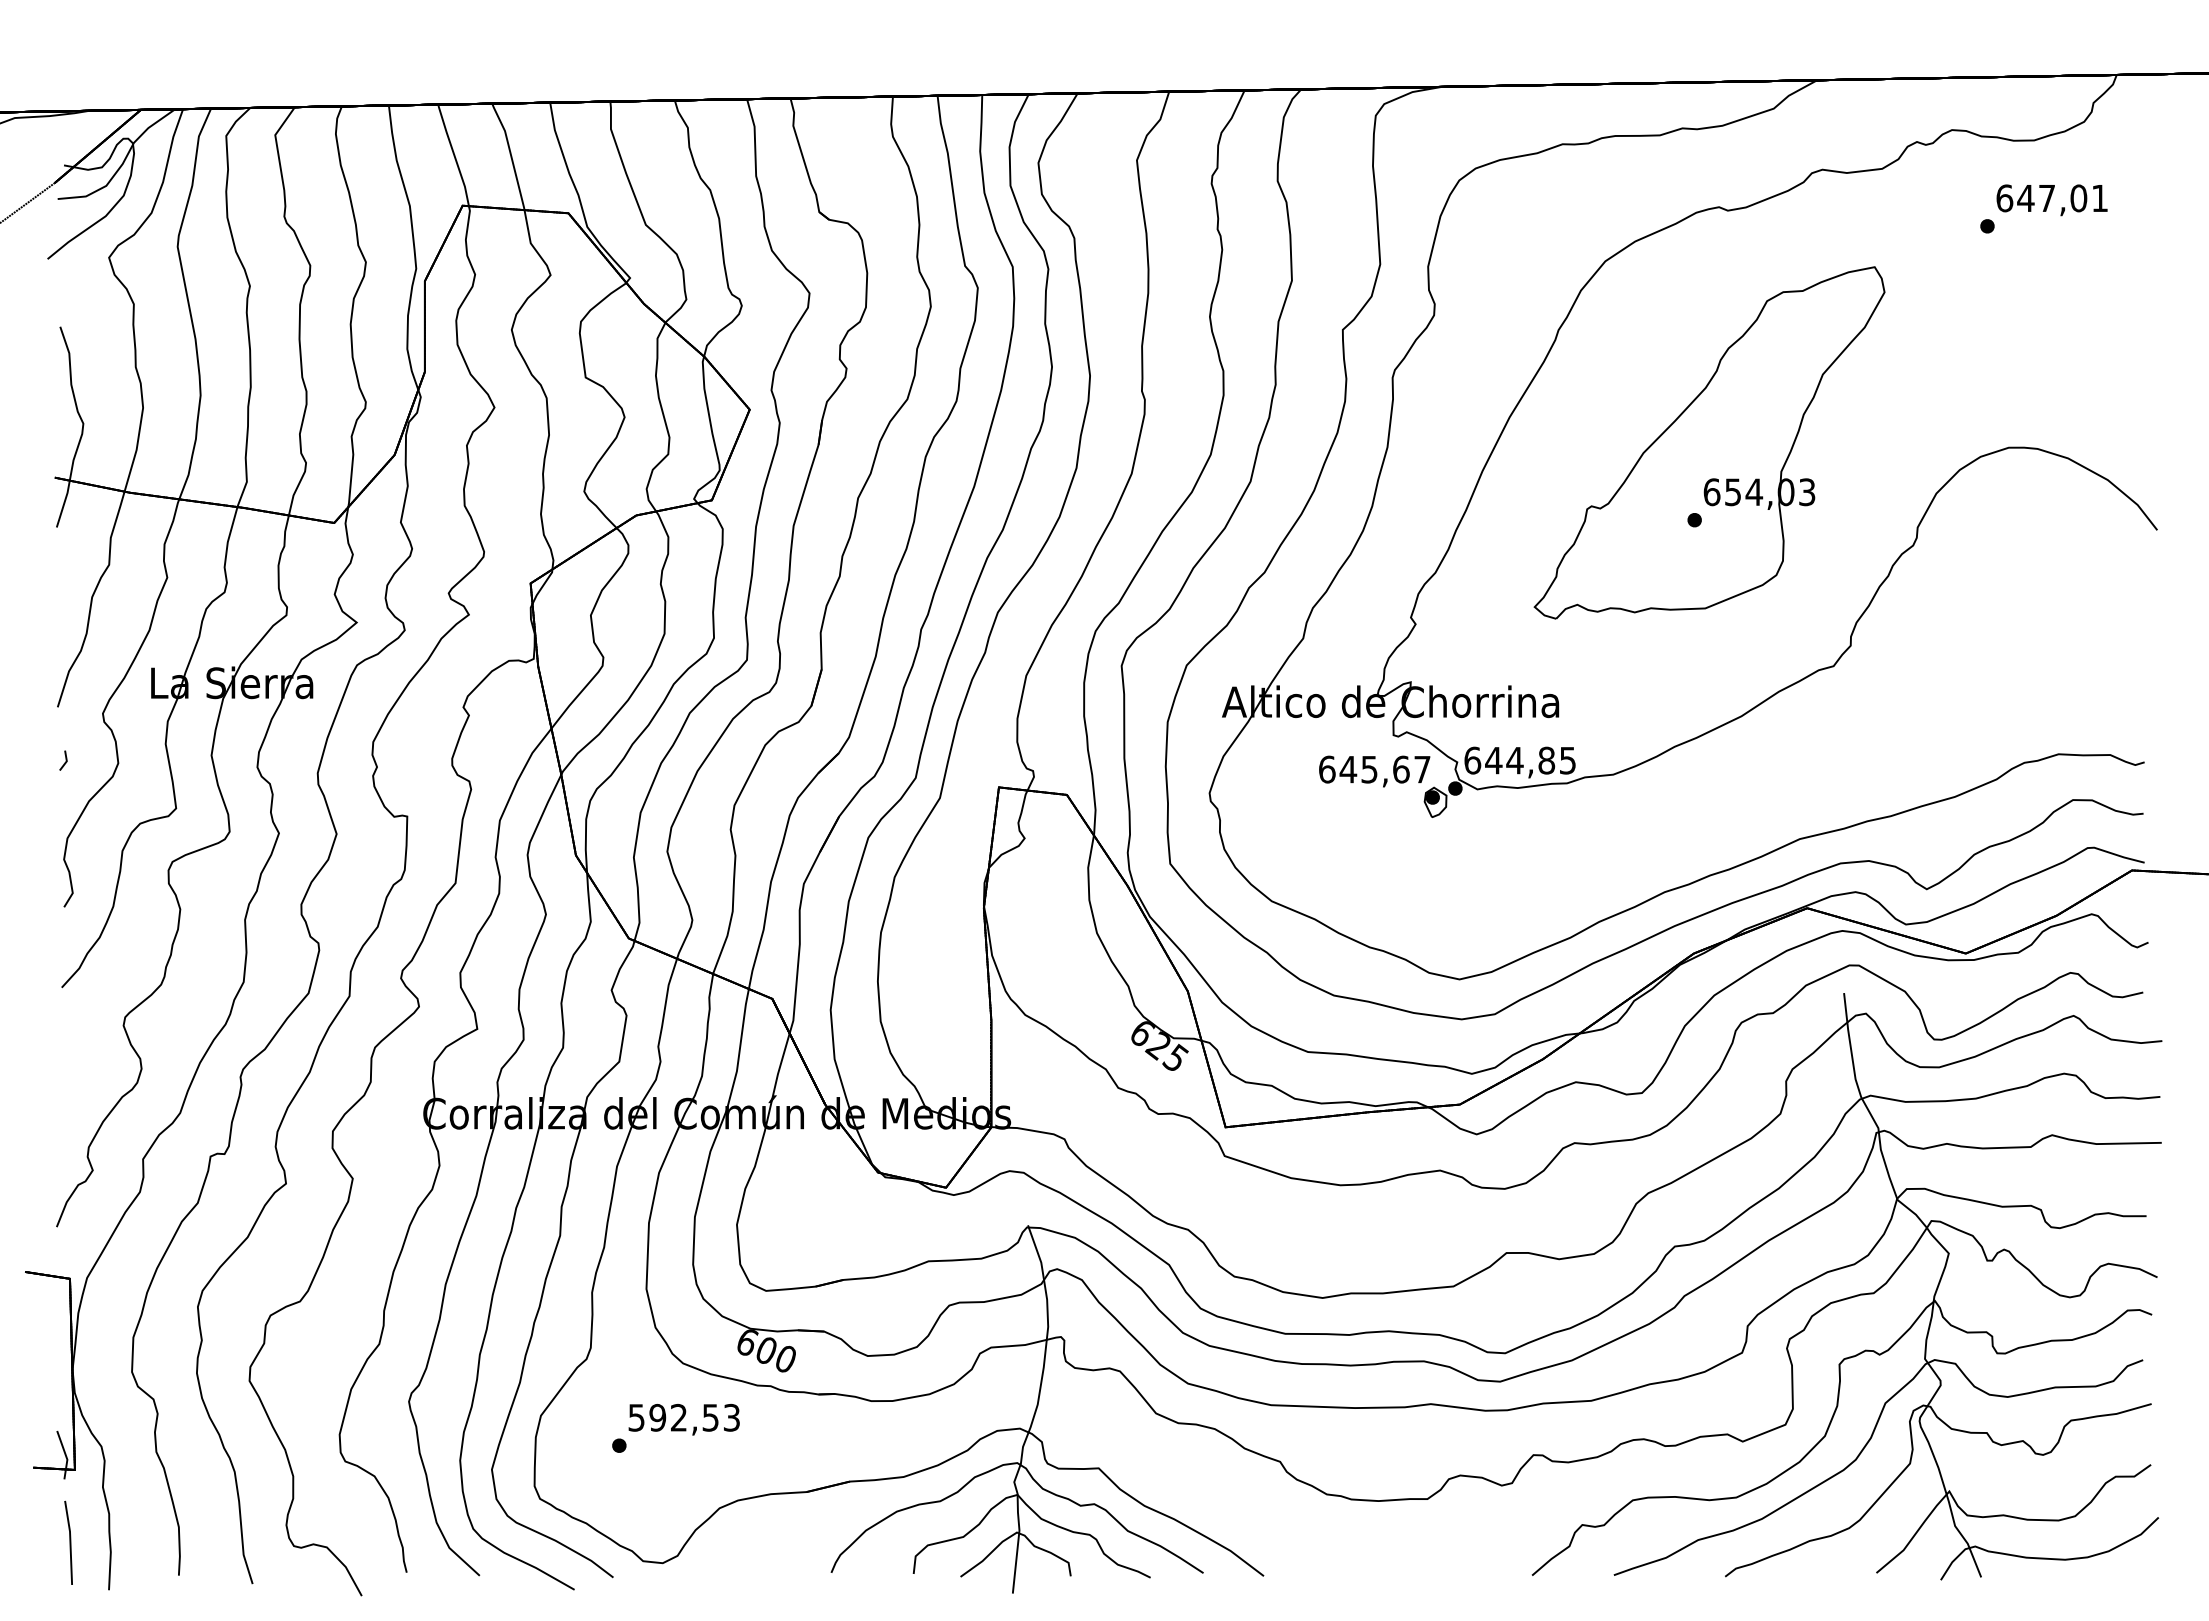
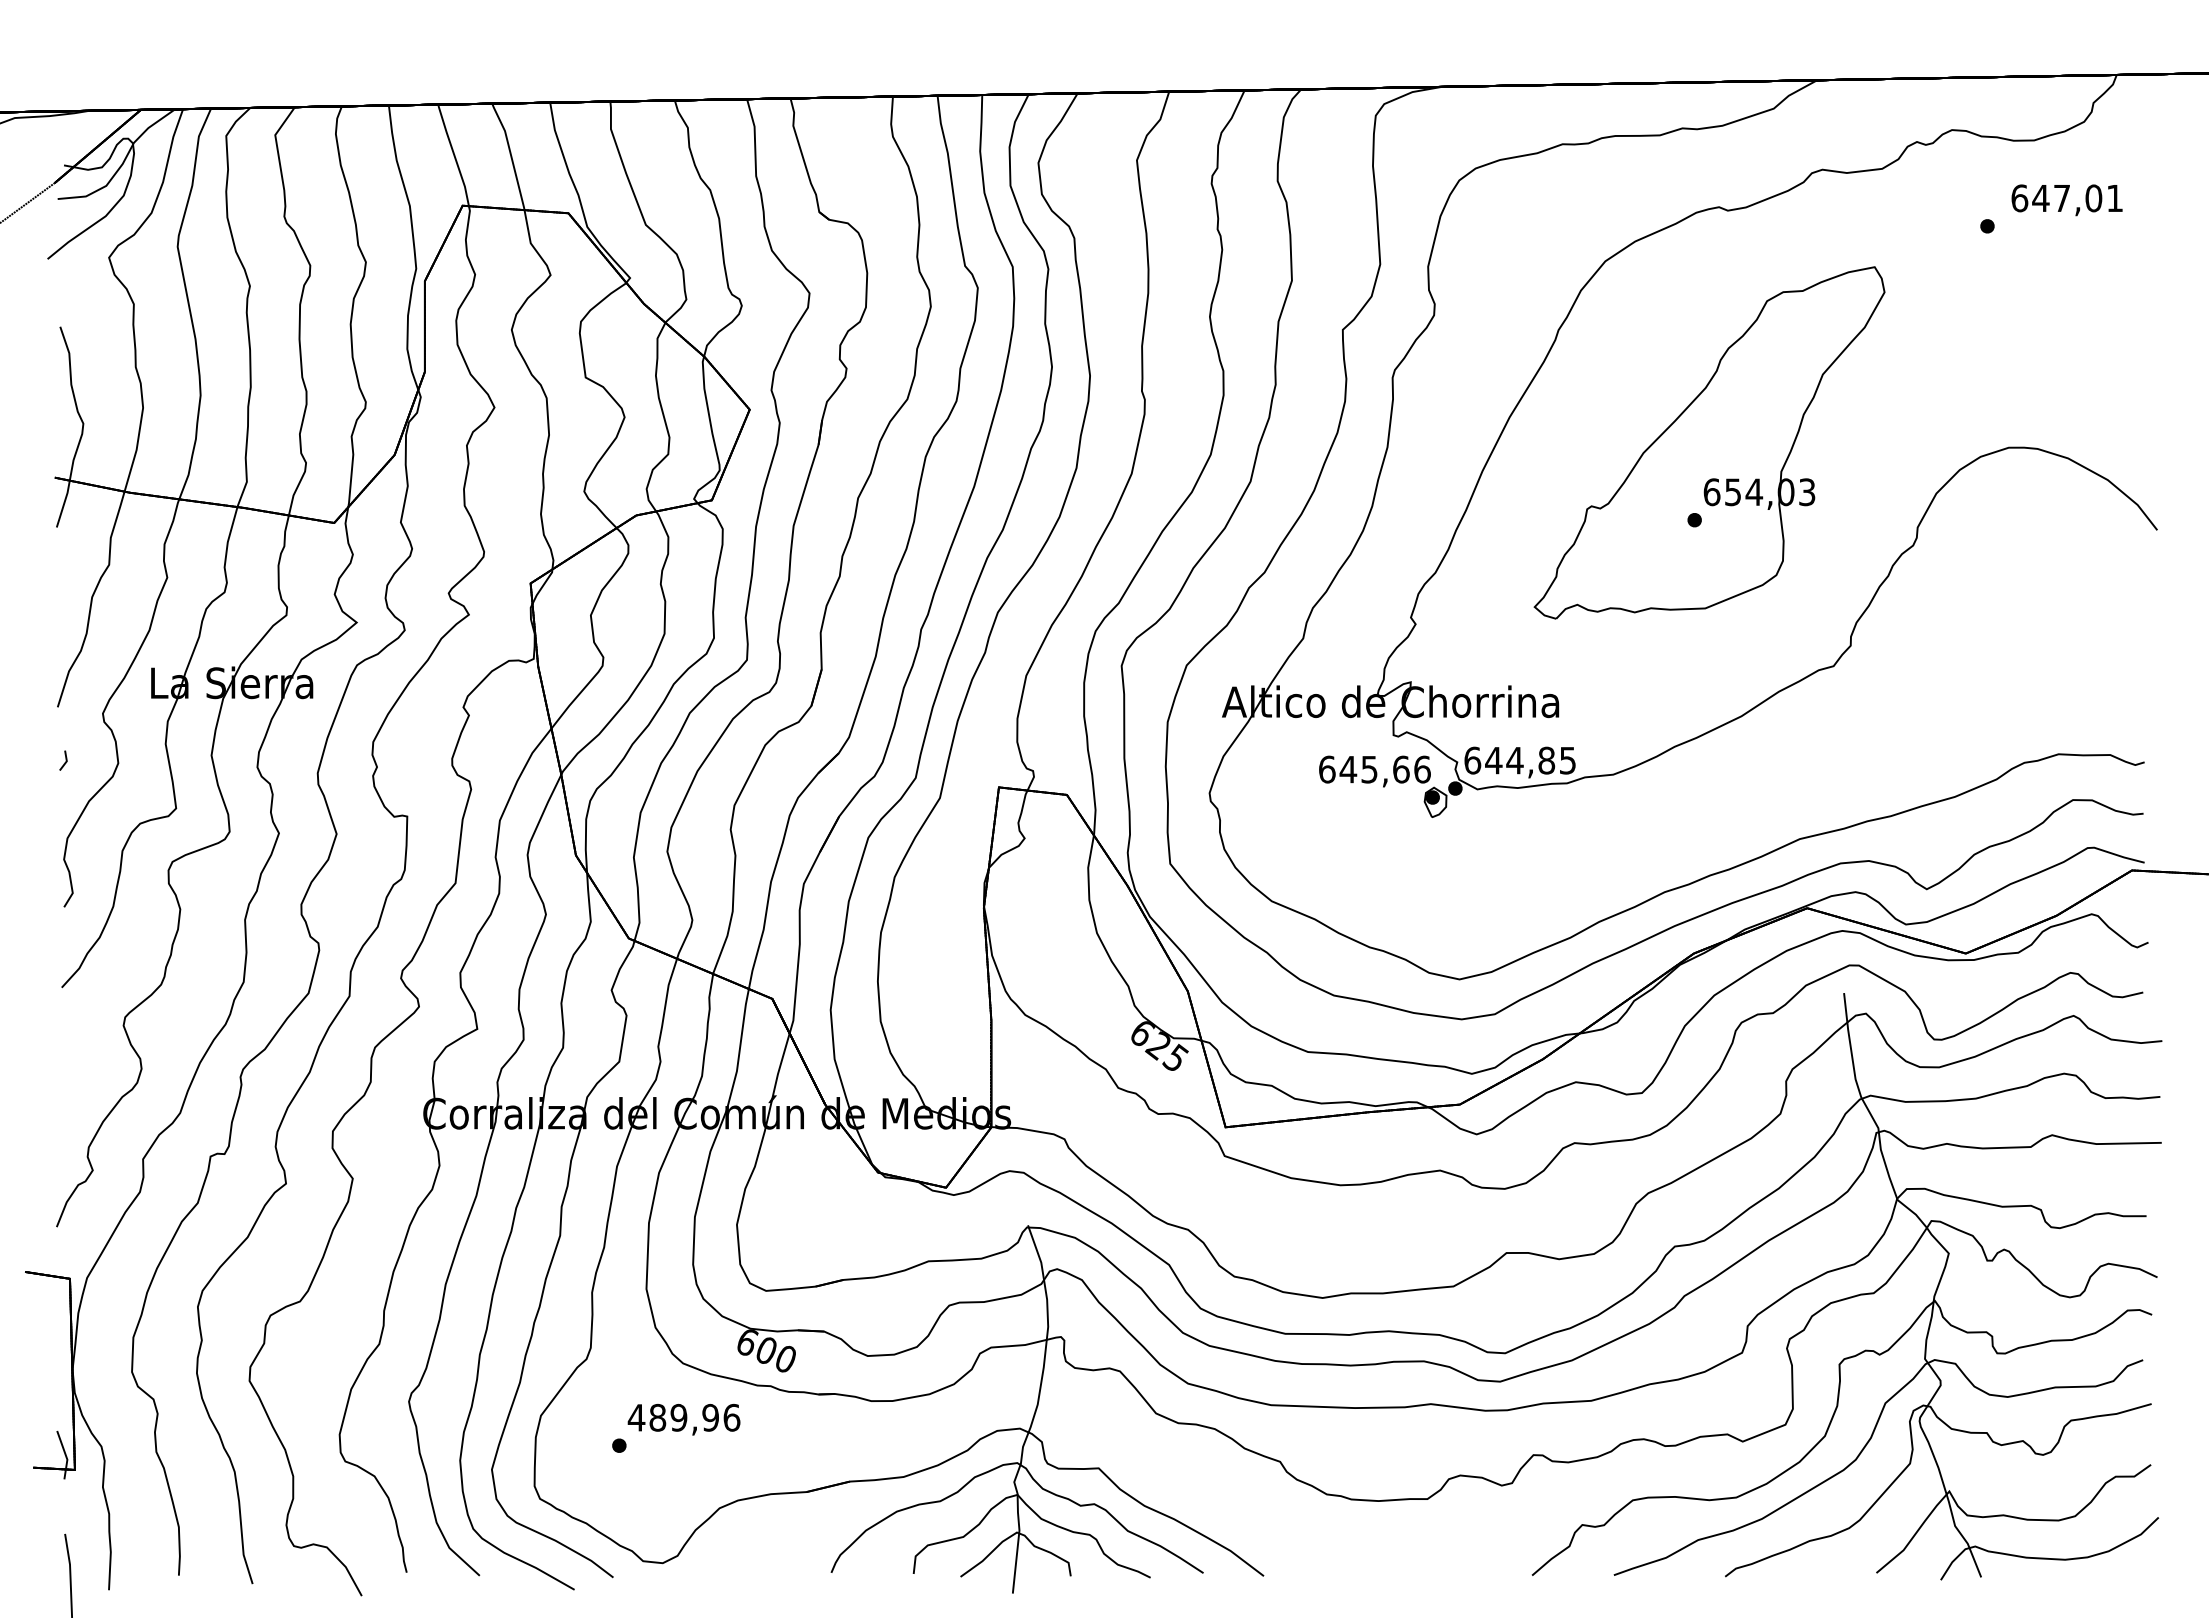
text at (2051, 200) position: (2051, 200) -> (2066, 200)
text at (1422, 769): 645,67 -> 645,66
text at (683, 1417): 592,53 -> 489,96
line at (69, 1542) position: (69, 1542) -> (69, 1575)
